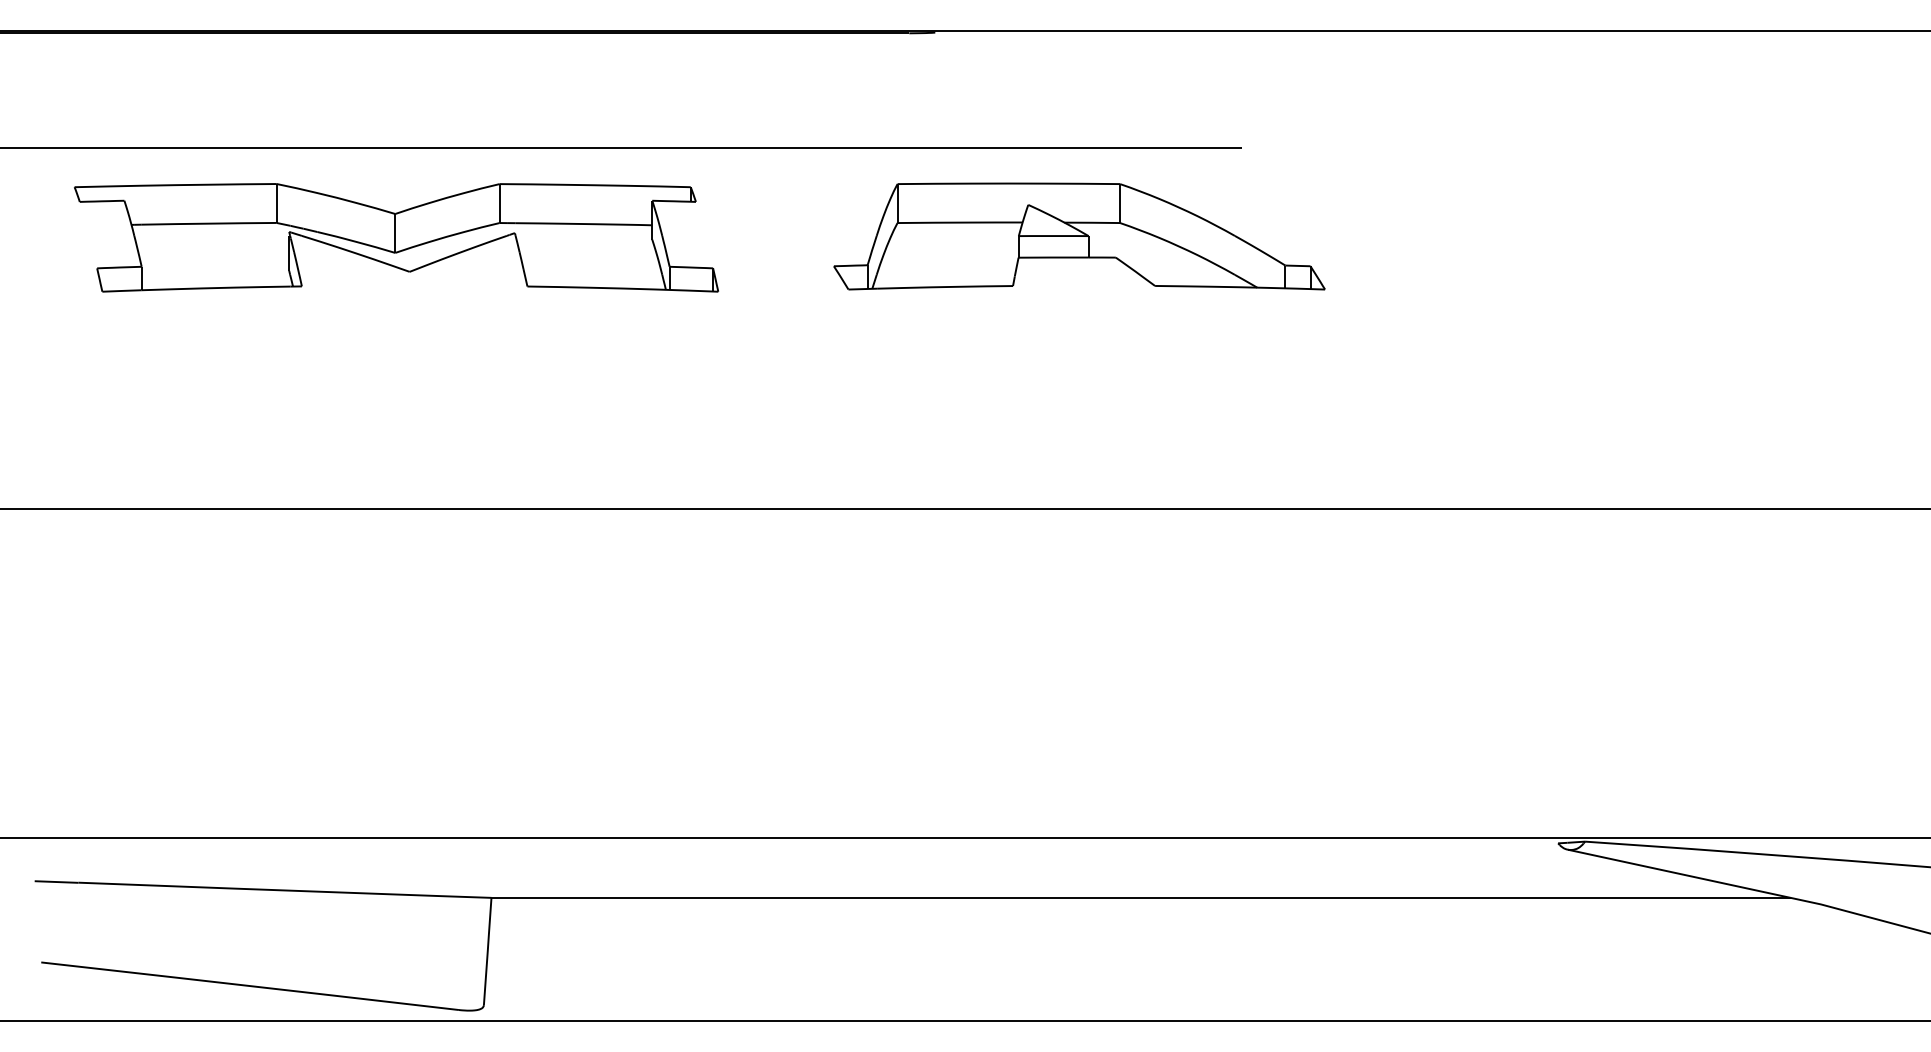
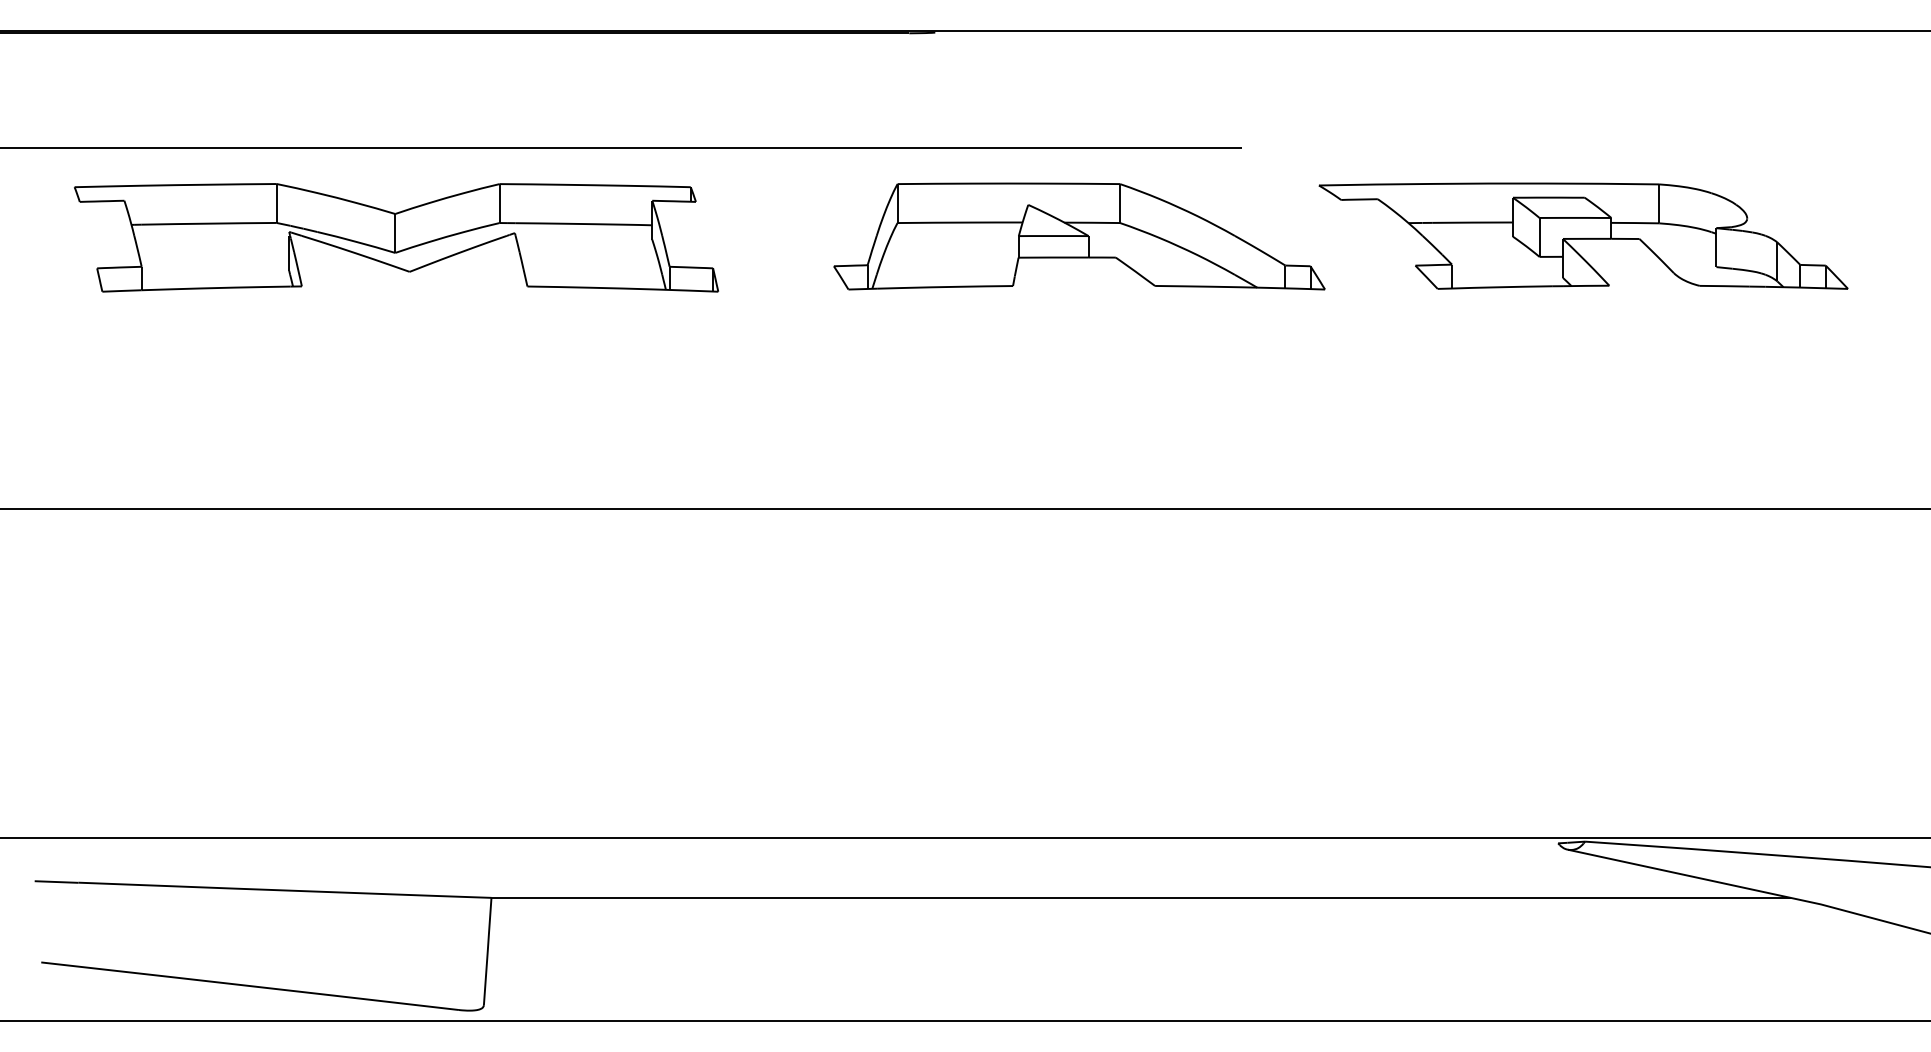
part at (1583, 235): none -> present
